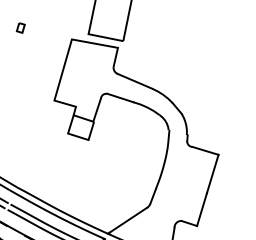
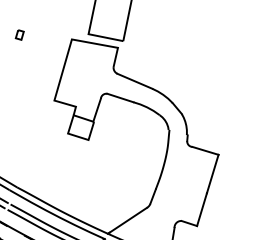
part at (20, 27) position: (20, 27) -> (19, 34)
